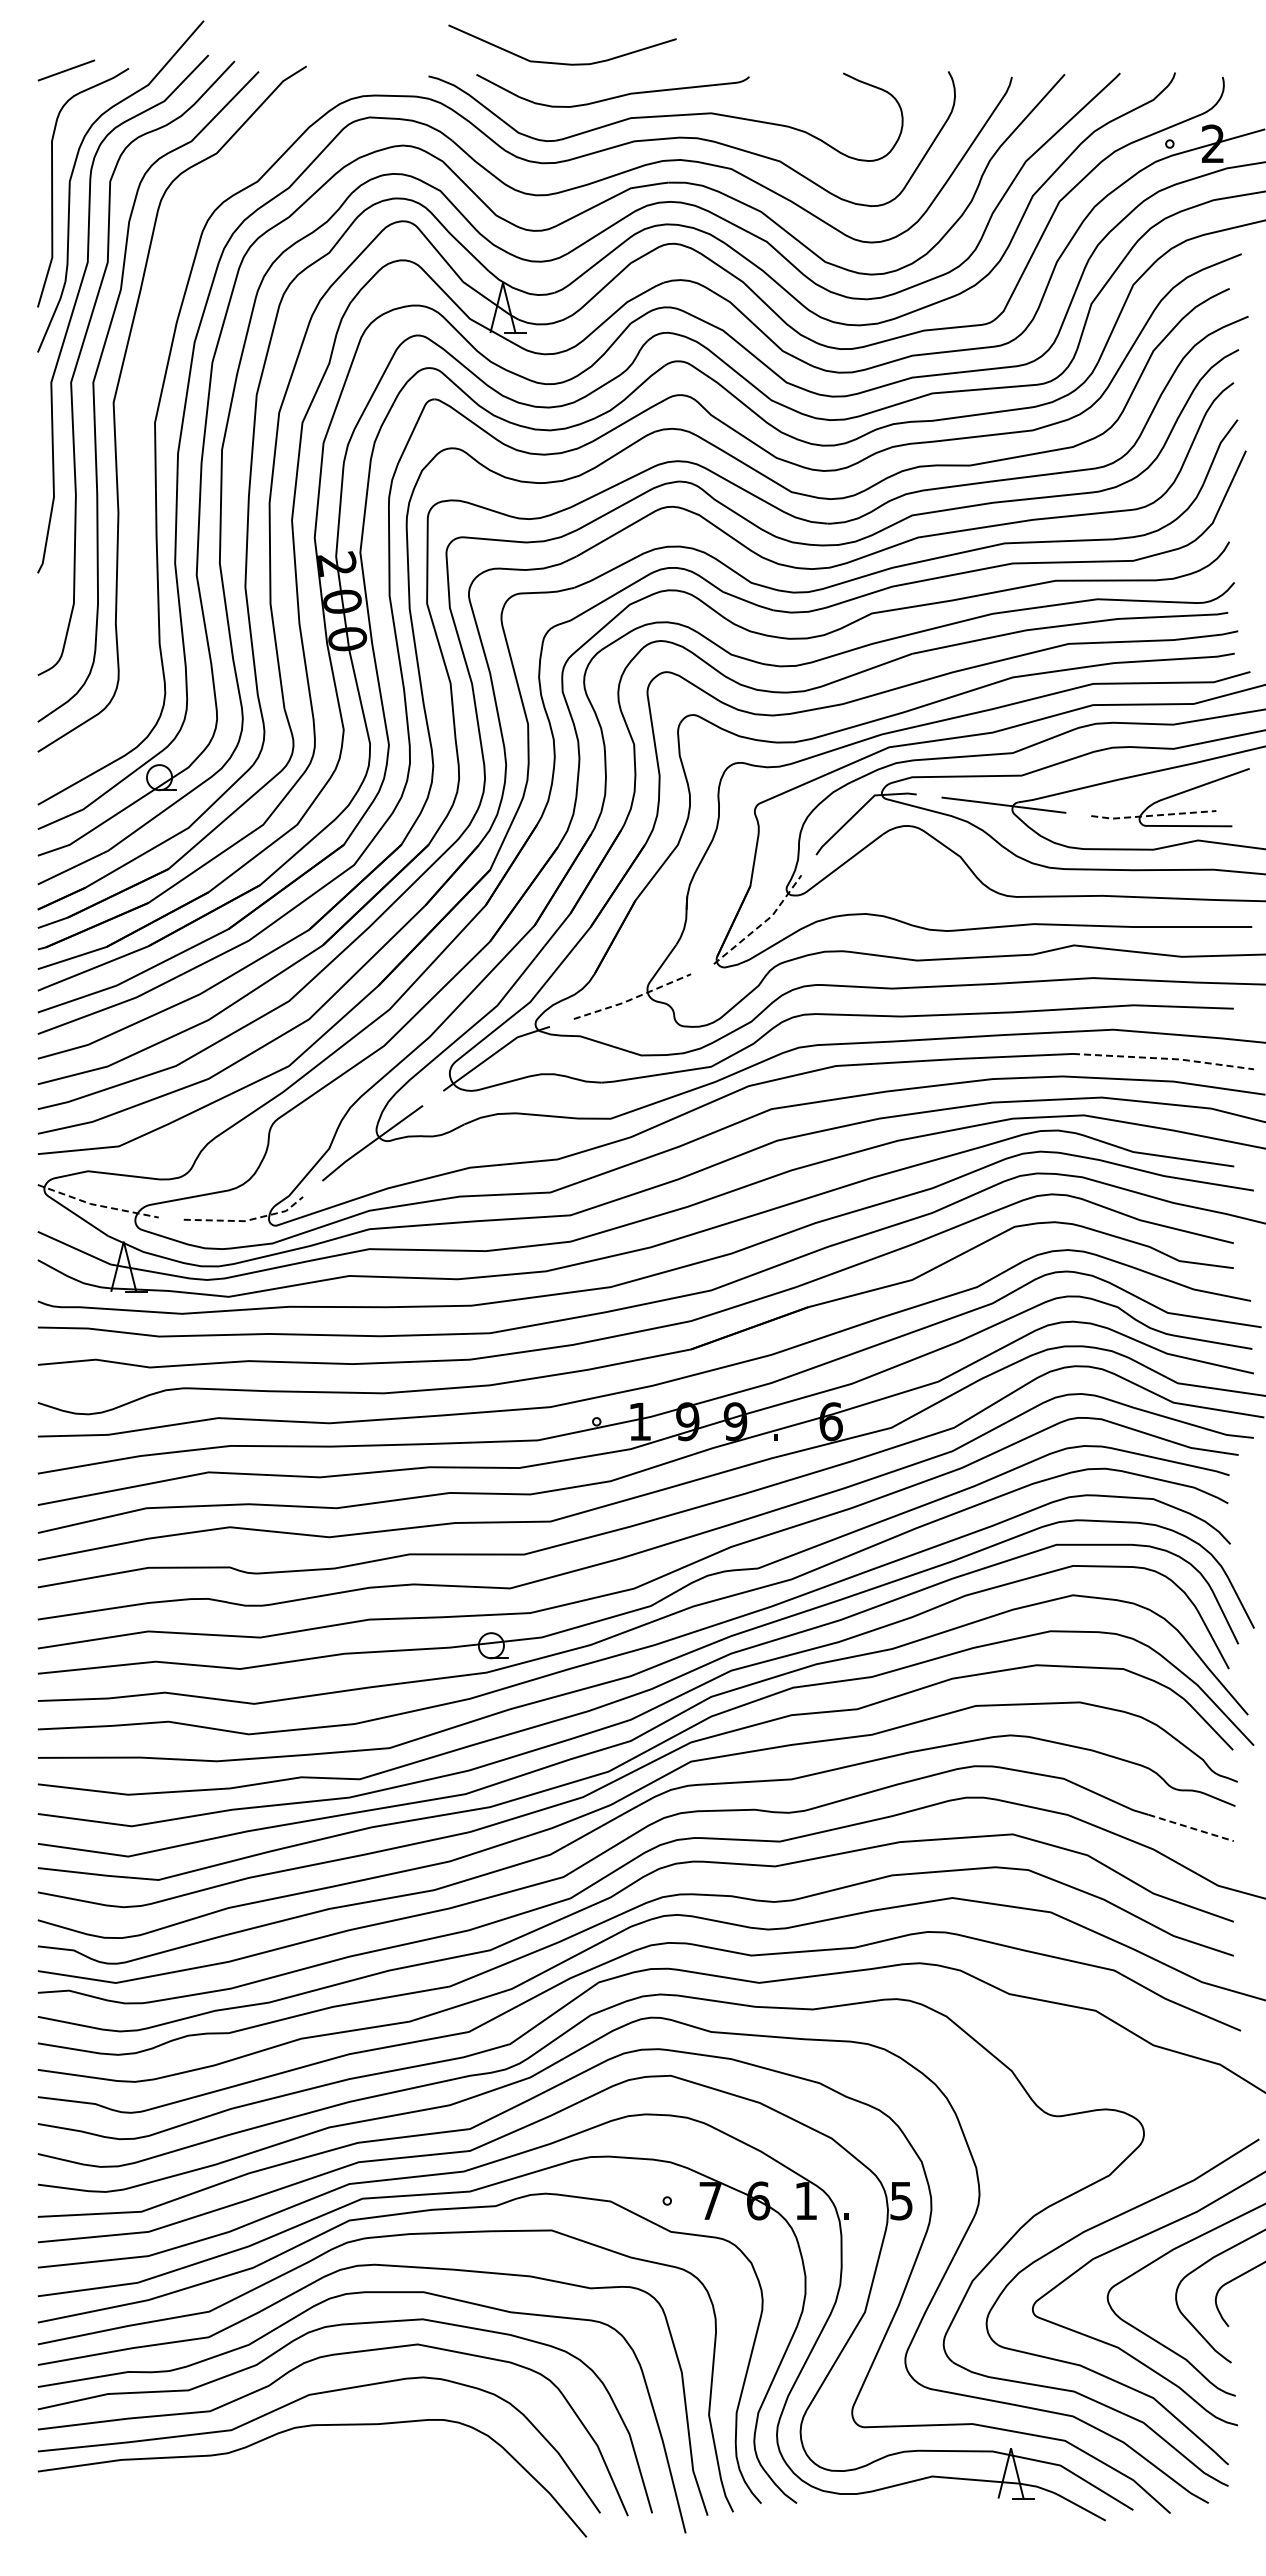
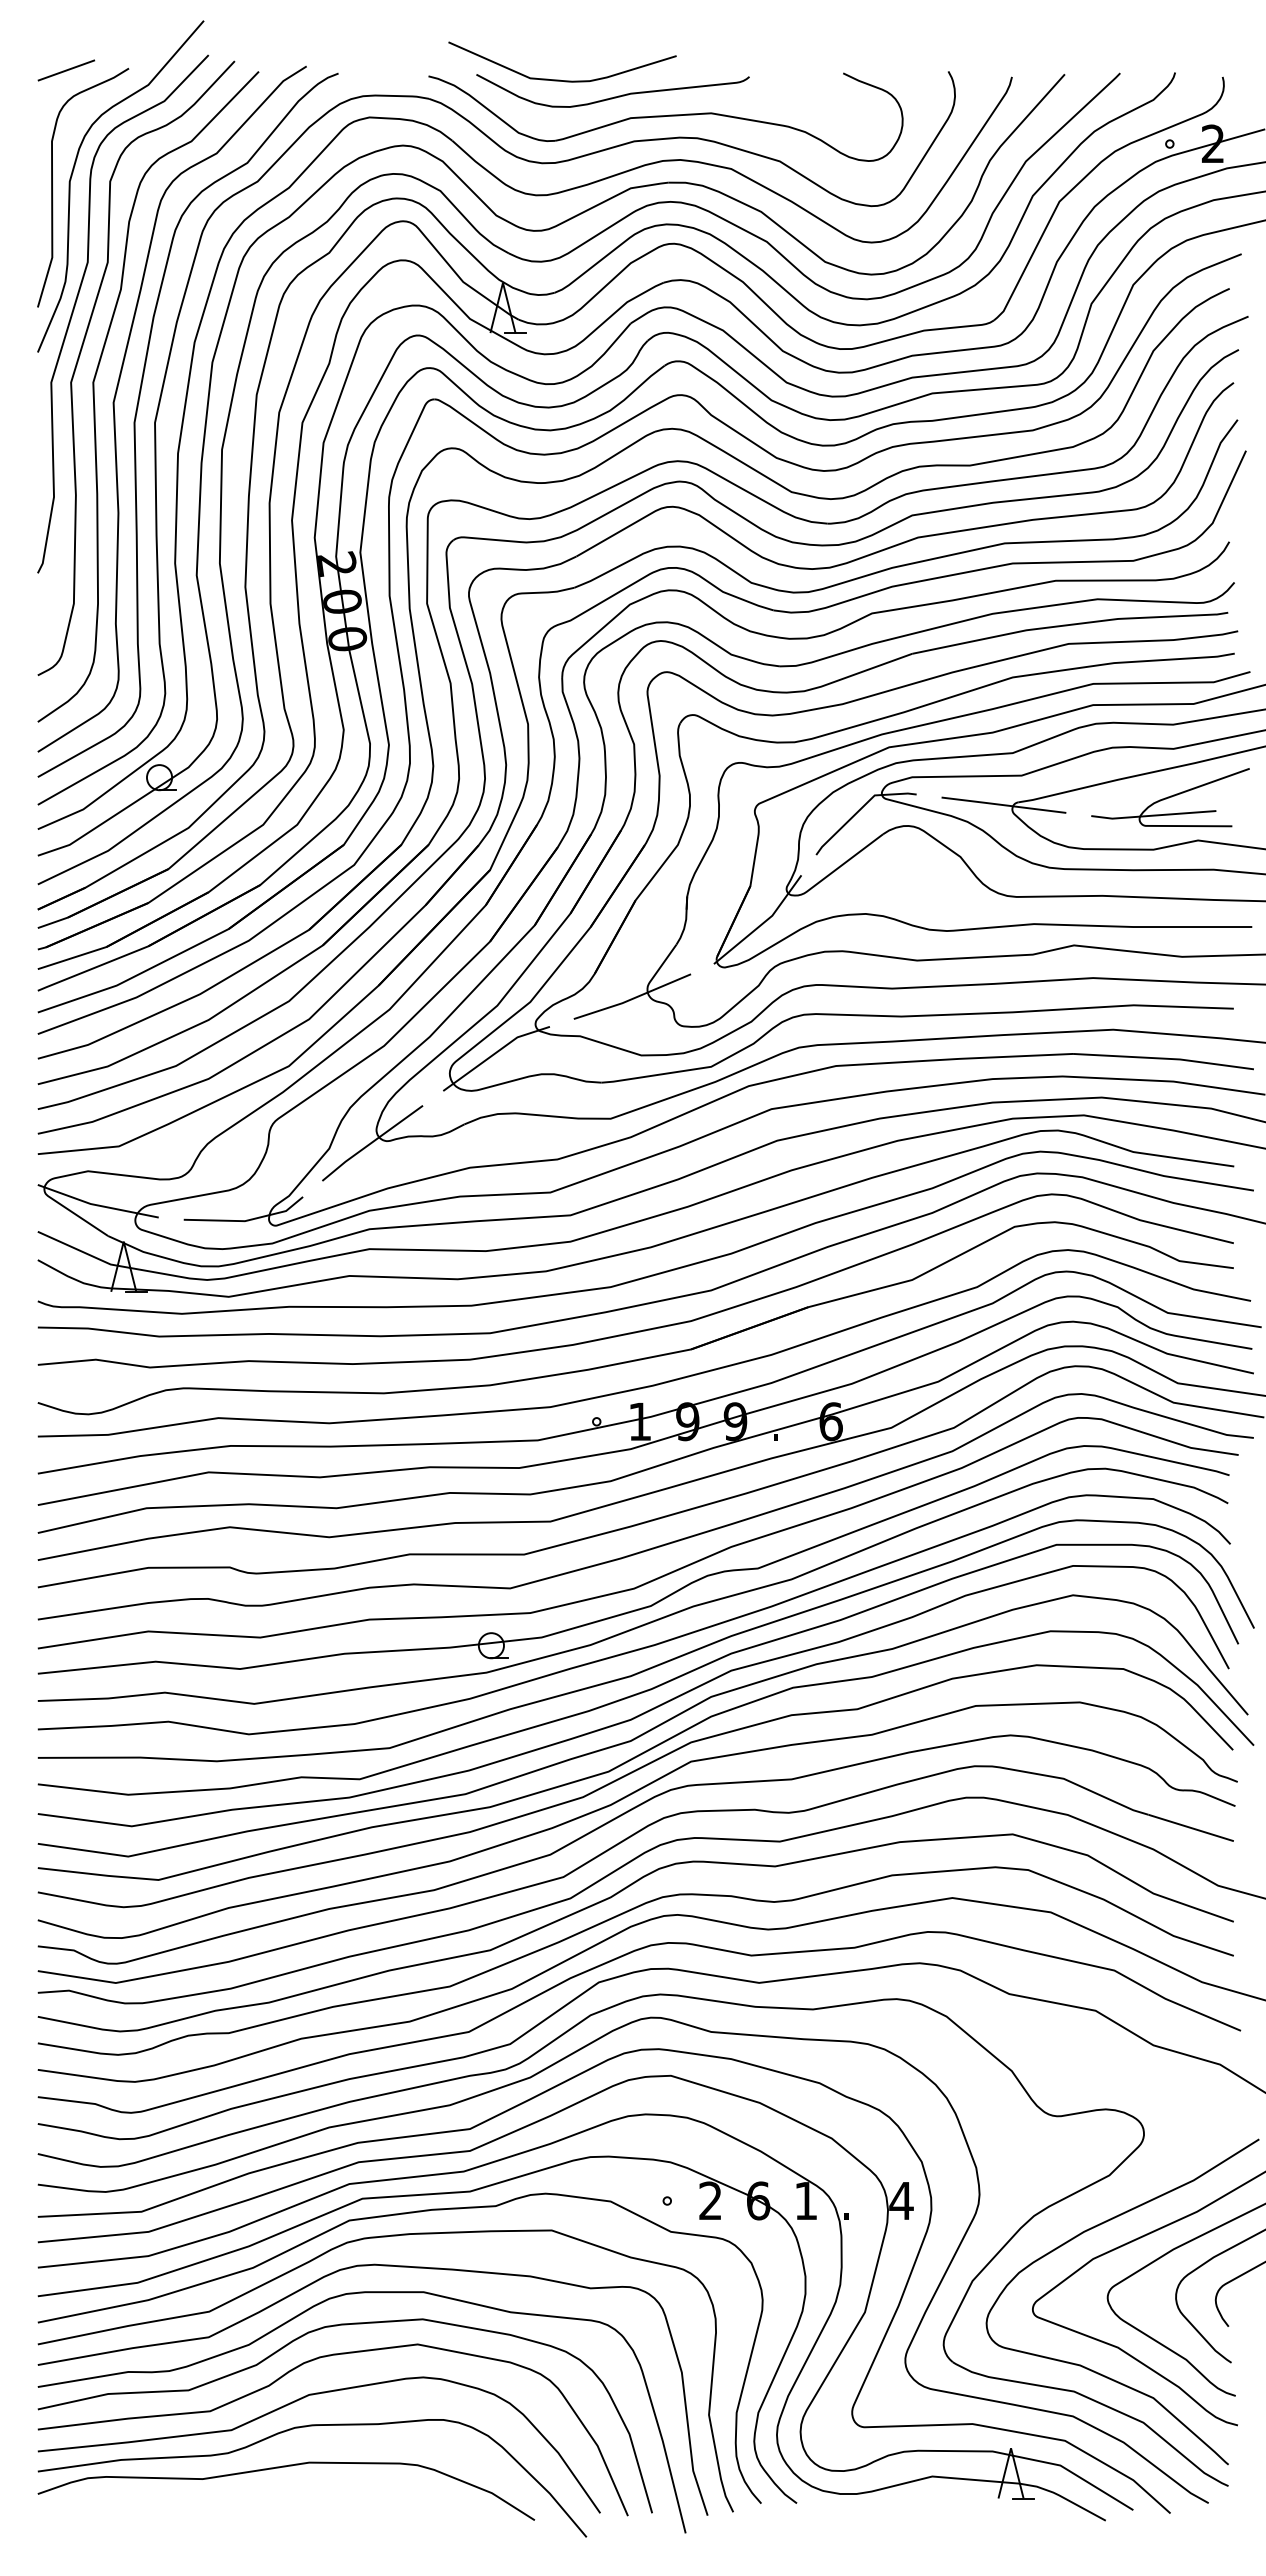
curve at (560, 62) position: (560, 62) -> (560, 79)
curve at (137, 413): none -> present
line at (1152, 815): dashed -> solid
line at (763, 923): dashed -> solid
line at (632, 998): dashed -> solid
line at (1164, 1058): dashed -> solid
line at (96, 1205): dashed -> solid
line at (246, 1220): dashed -> solid
line at (1191, 1827): dashed -> solid
text at (710, 2200): 7 -> 2
text at (901, 2201): 5 -> 4
curve at (286, 2467): none -> present
